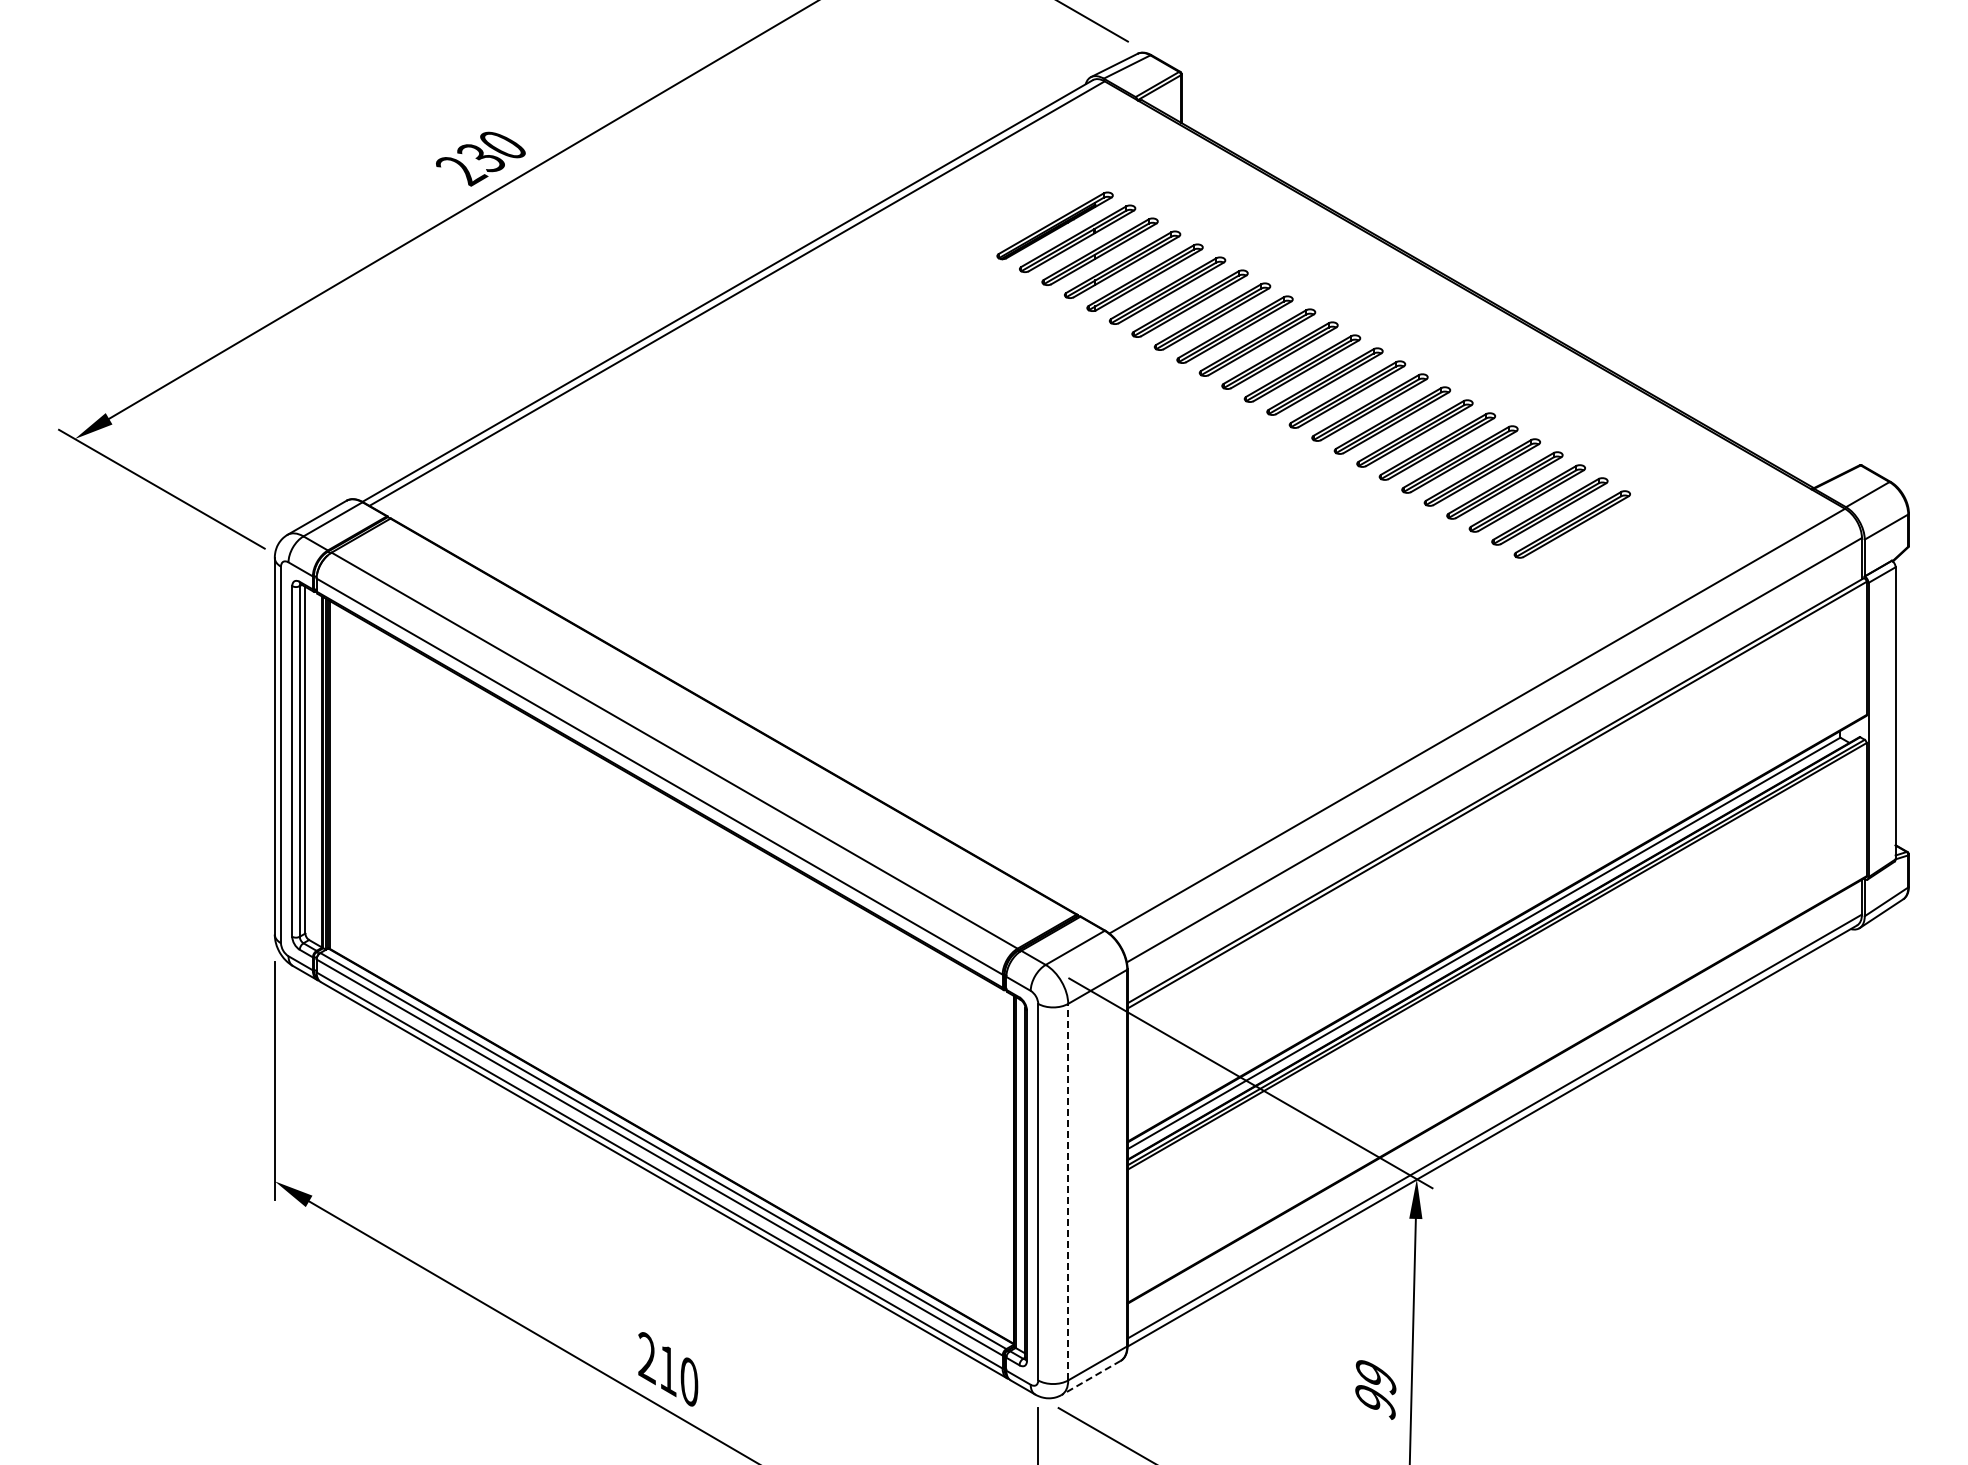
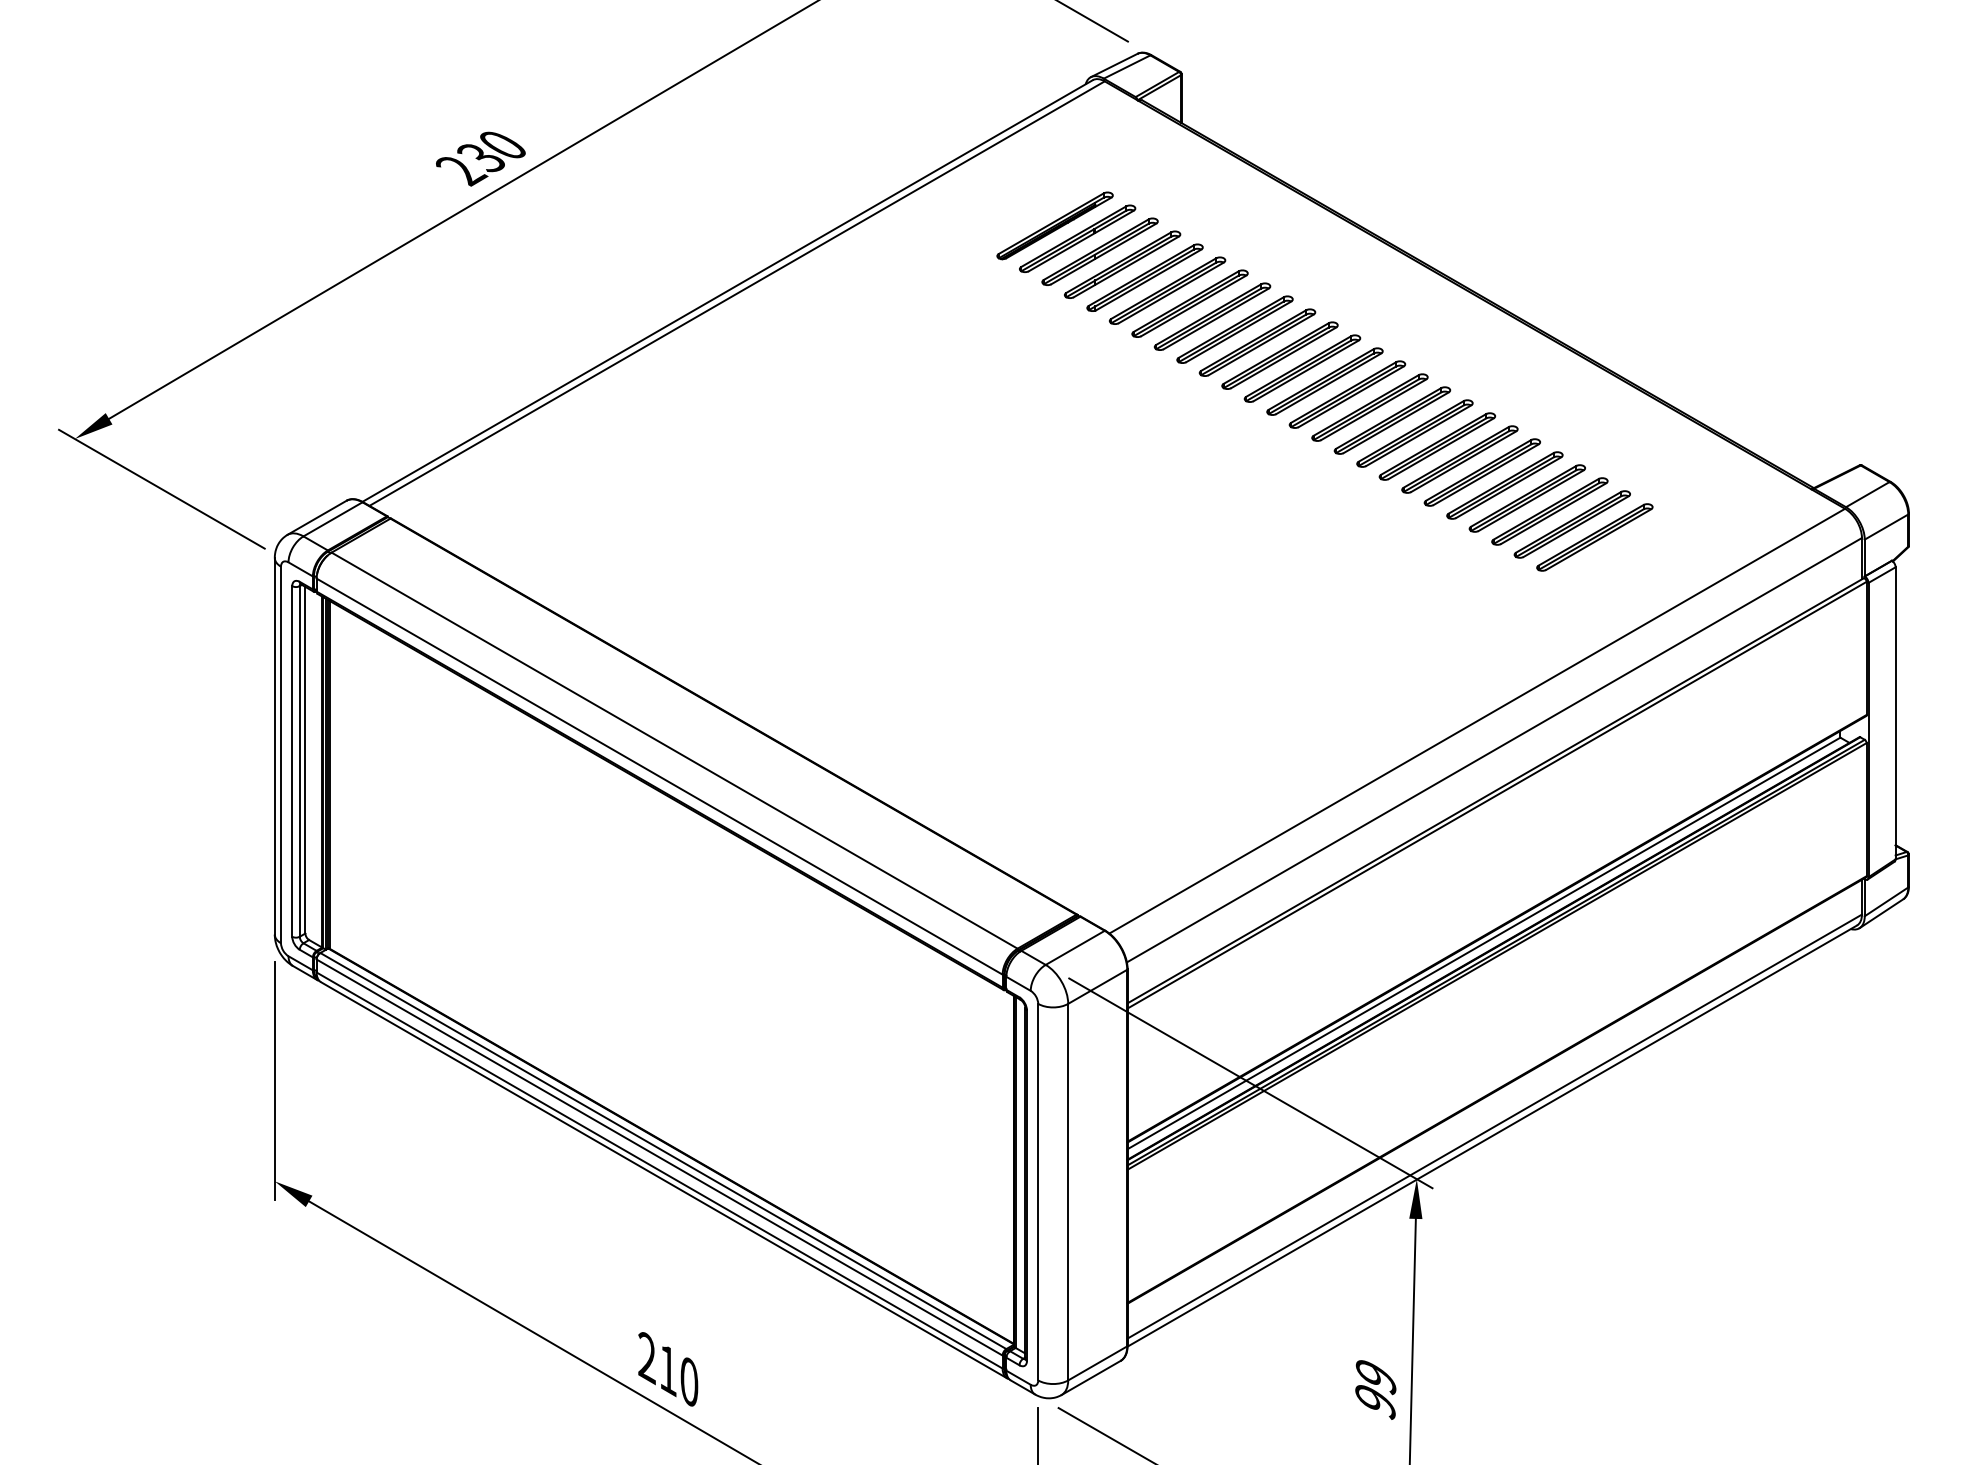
part at (1594, 537): none -> present
line at (1068, 1191): dashed -> solid
line at (1090, 1378): dashed -> solid
